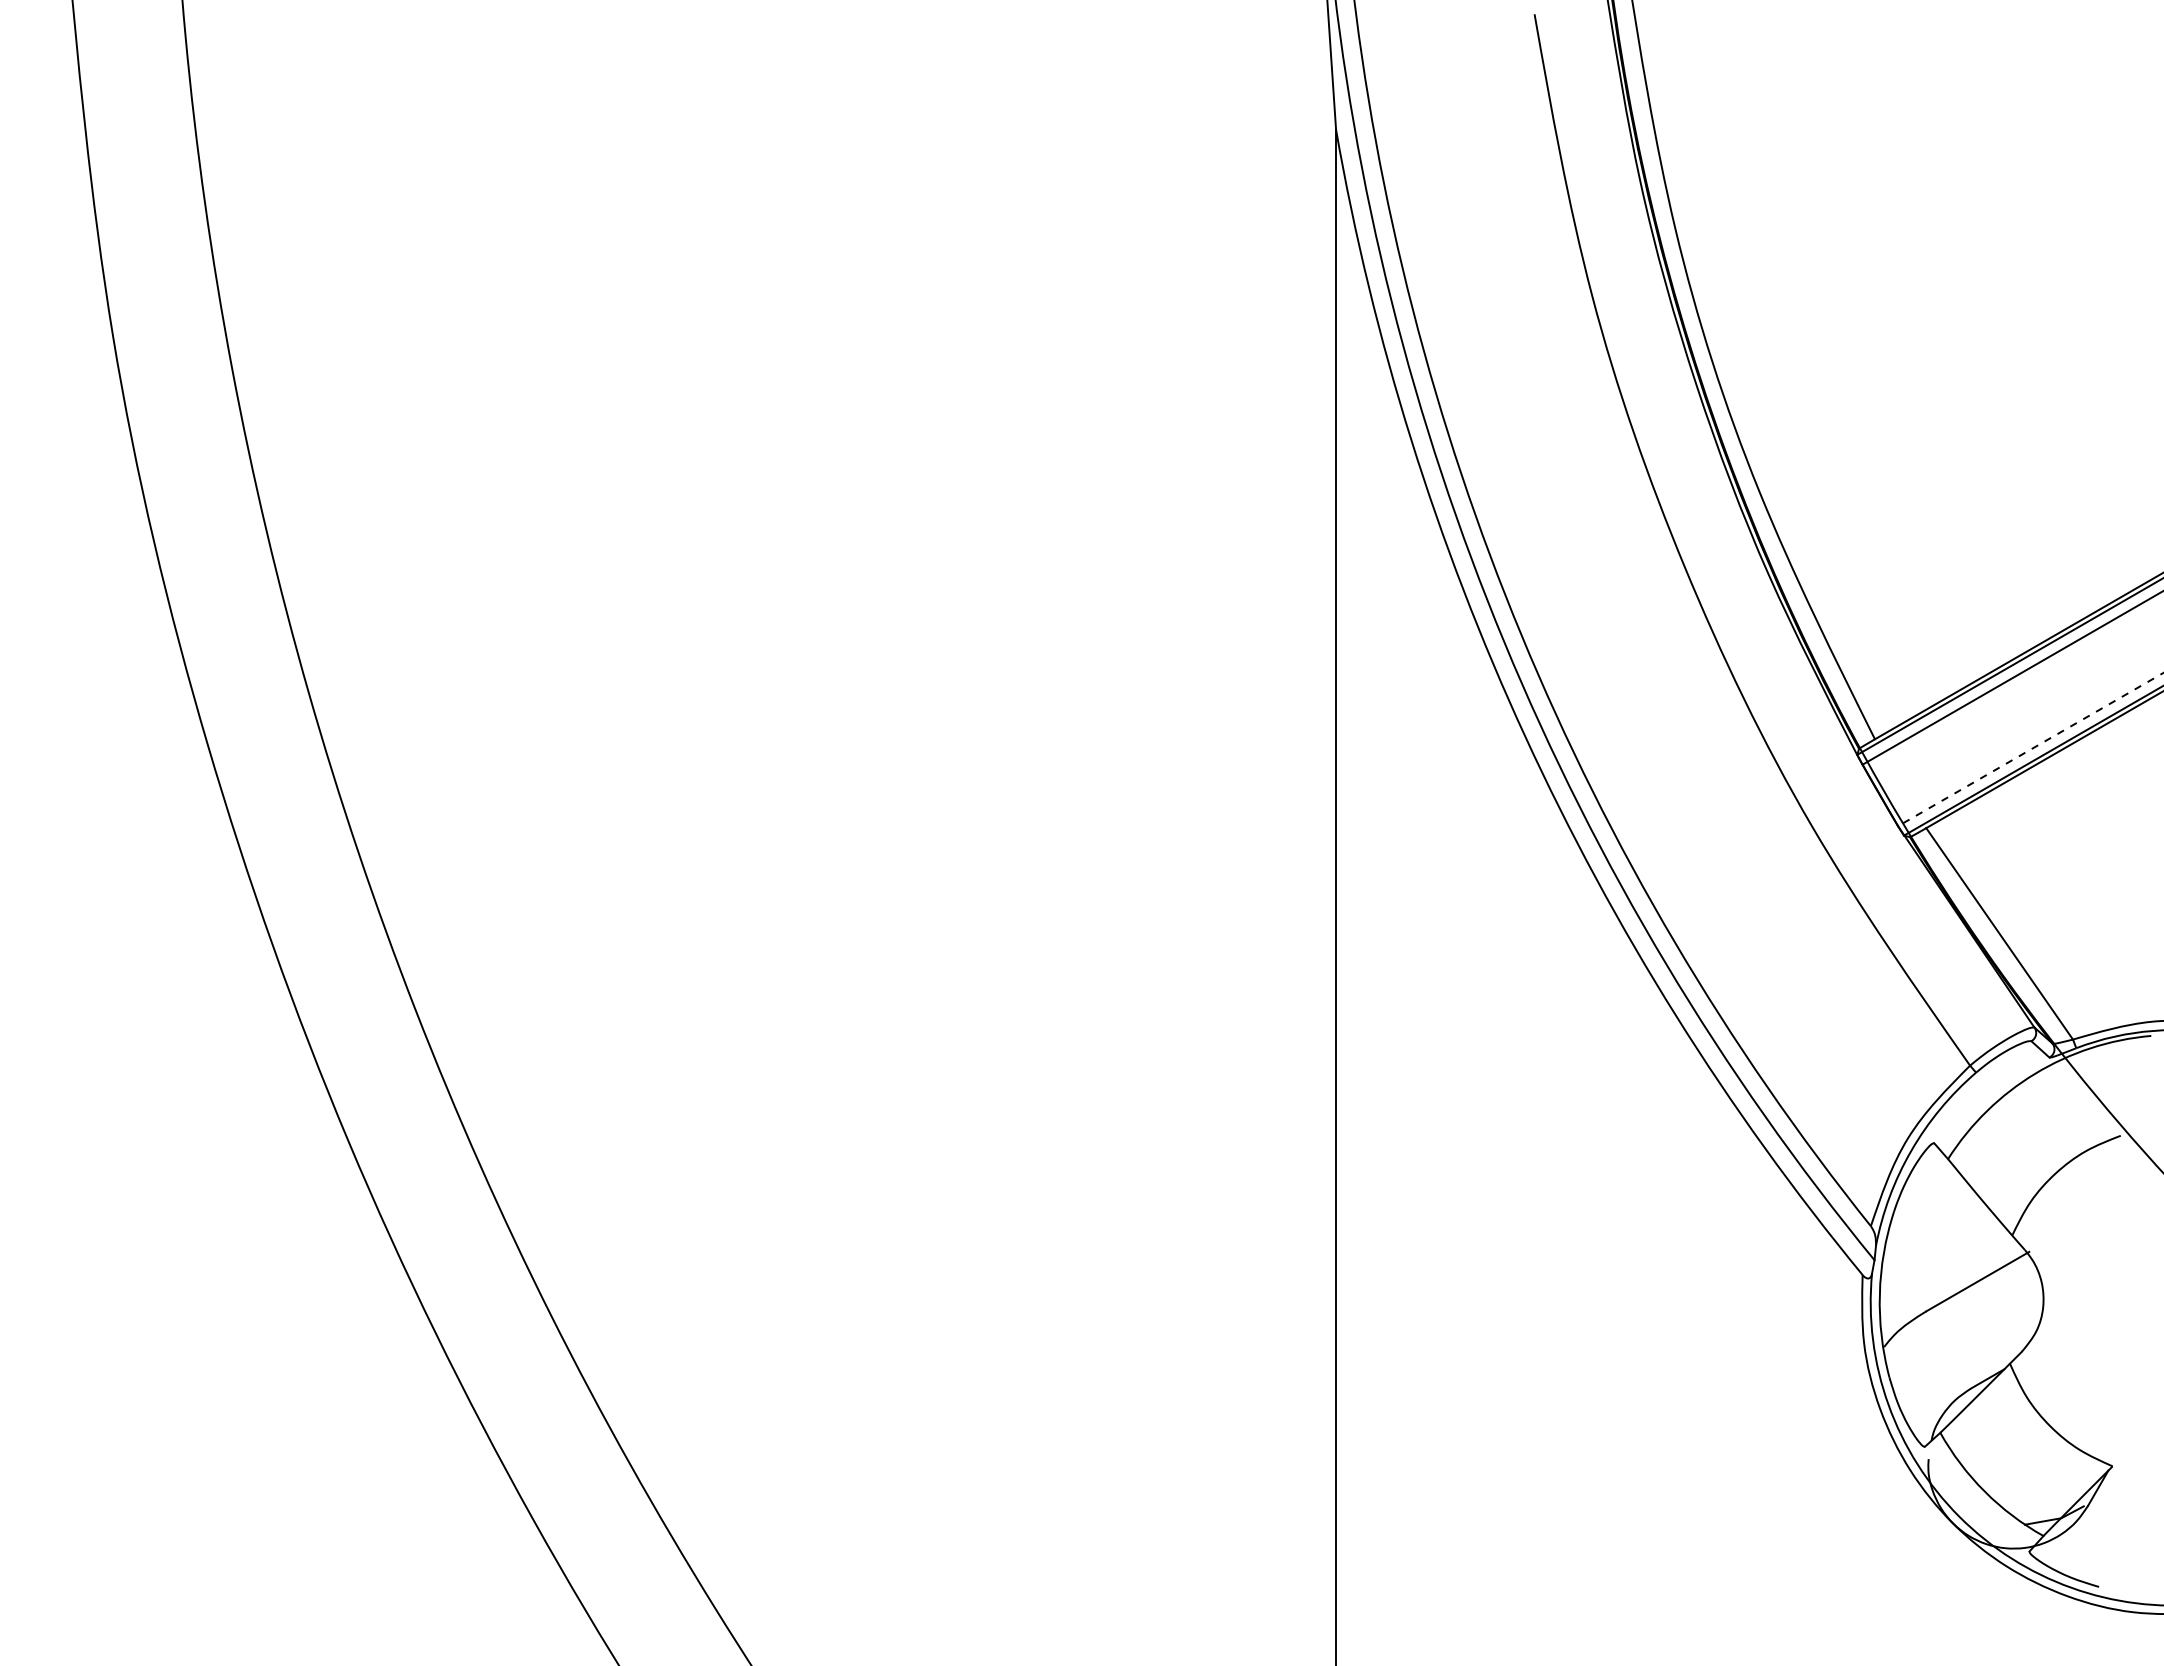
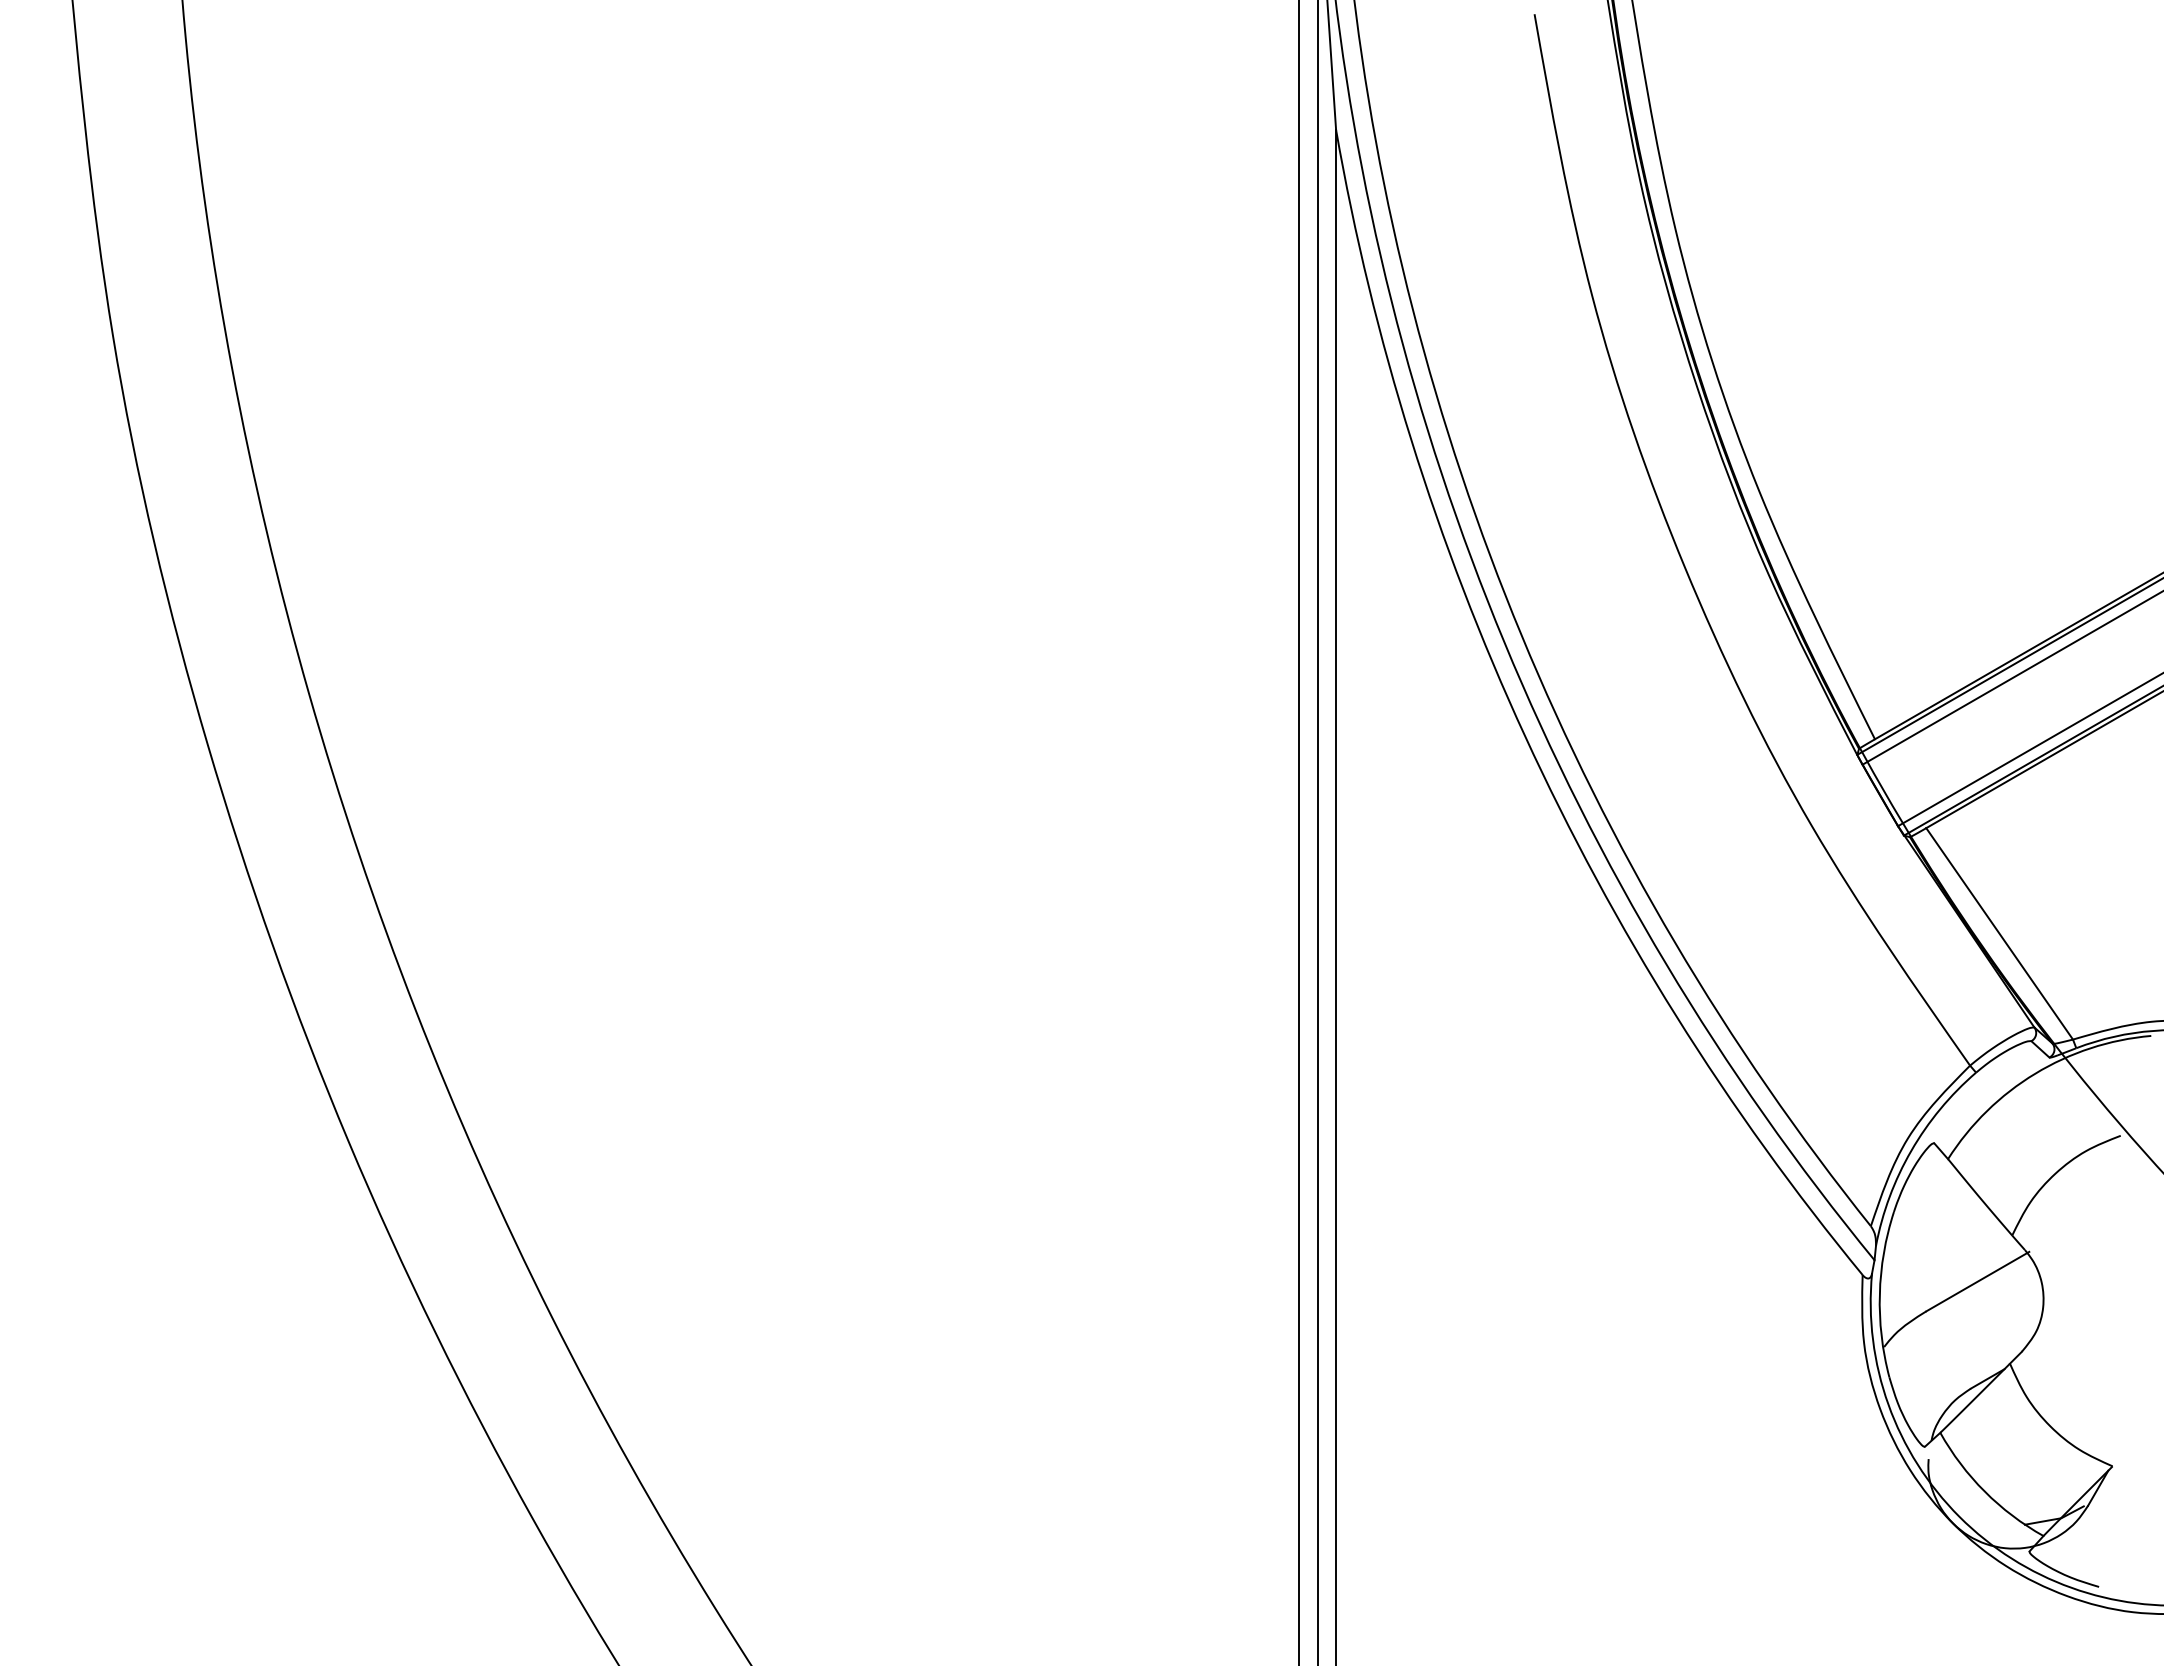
line at (2030, 749): dashed -> solid
line at (1298, 832): none -> present
line at (1317, 832): none -> present
